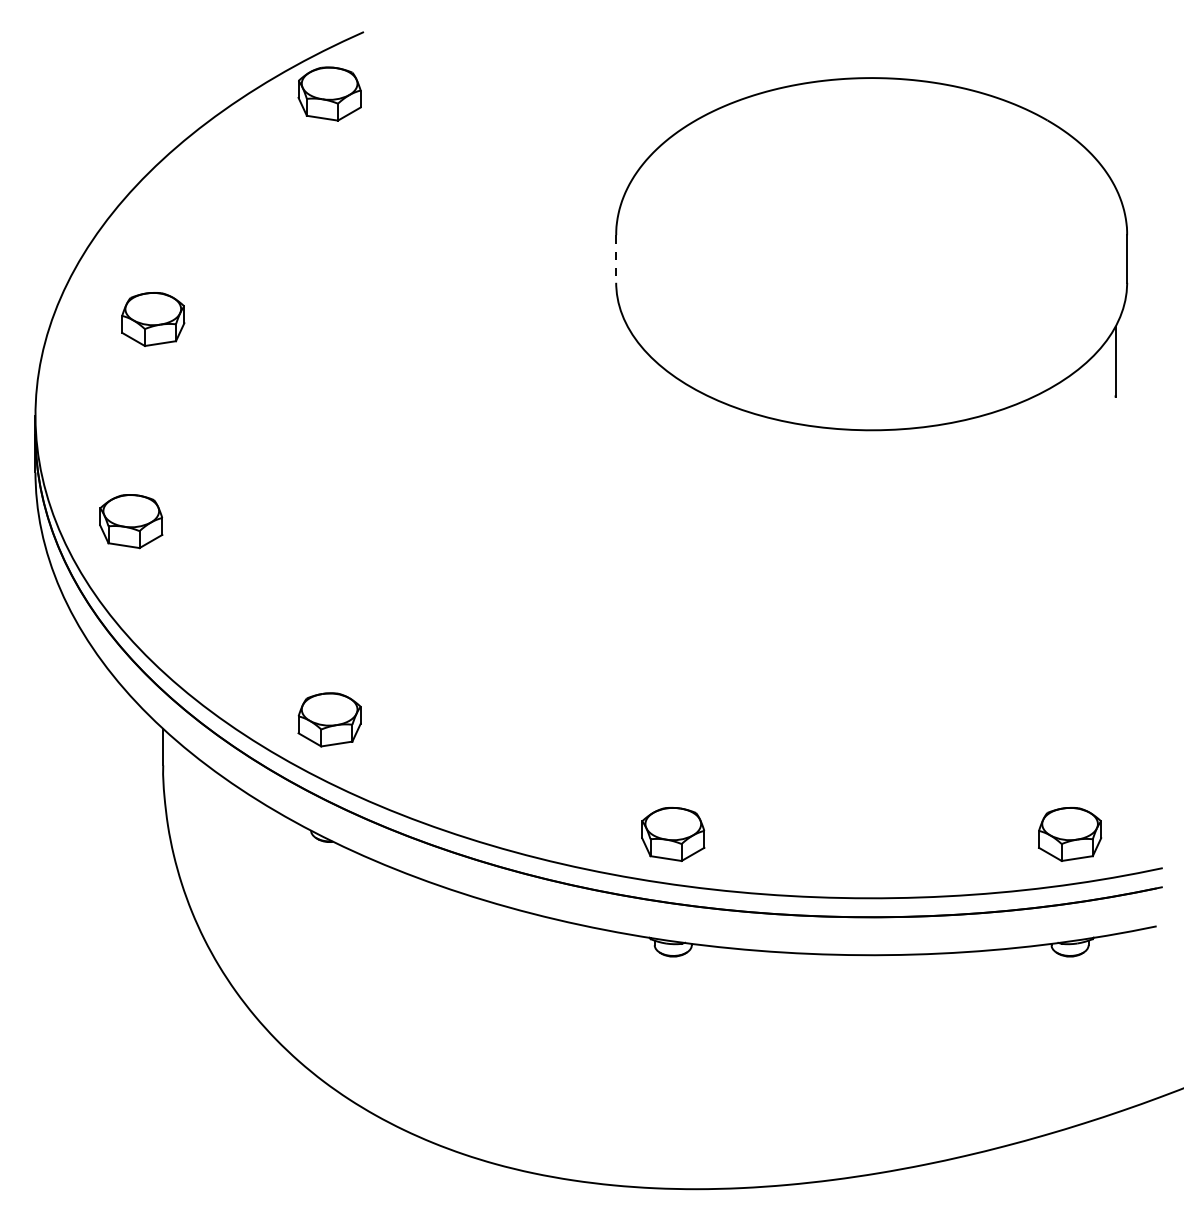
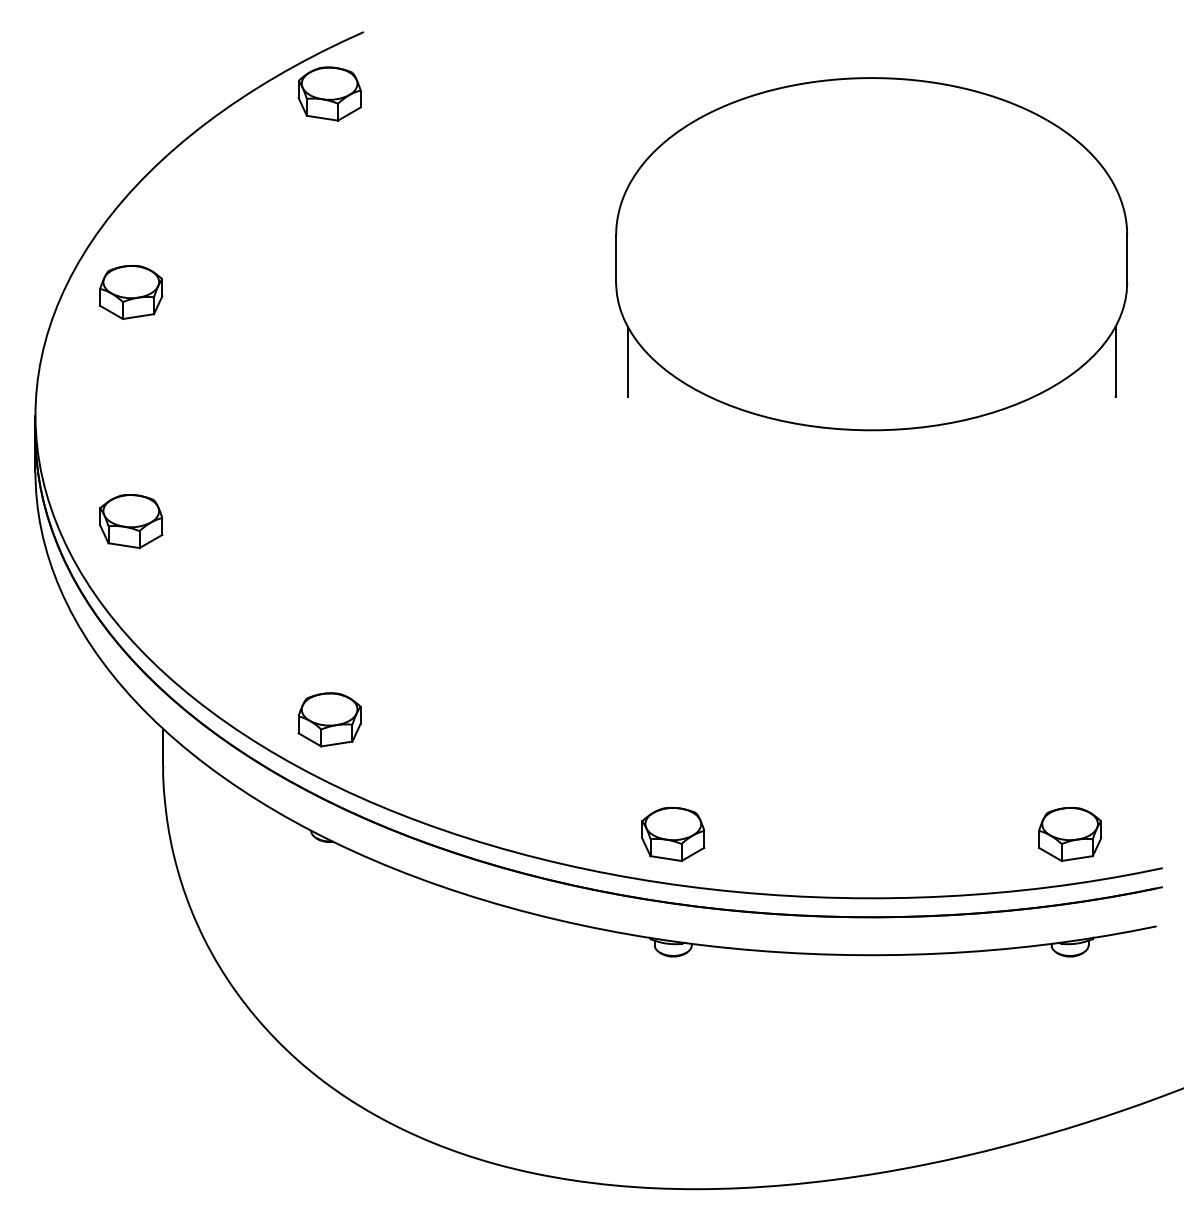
line at (616, 259): dashed -> solid
part at (153, 319) position: (153, 319) -> (131, 292)
line at (627, 361): none -> present
